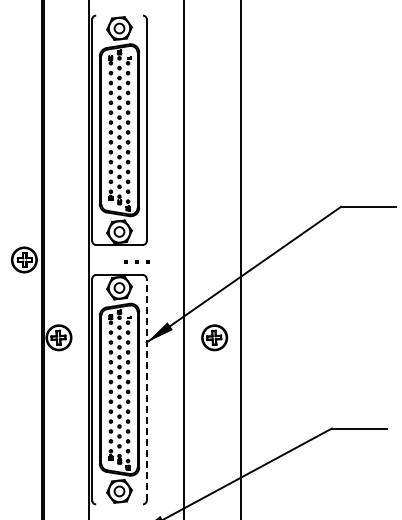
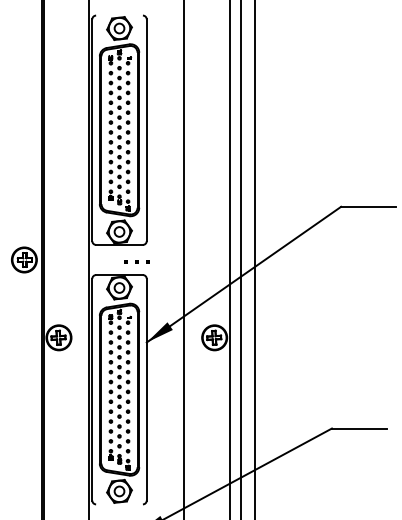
line at (229, 259): none -> present
line at (255, 259): none -> present
line at (146, 389): dashed -> solid
